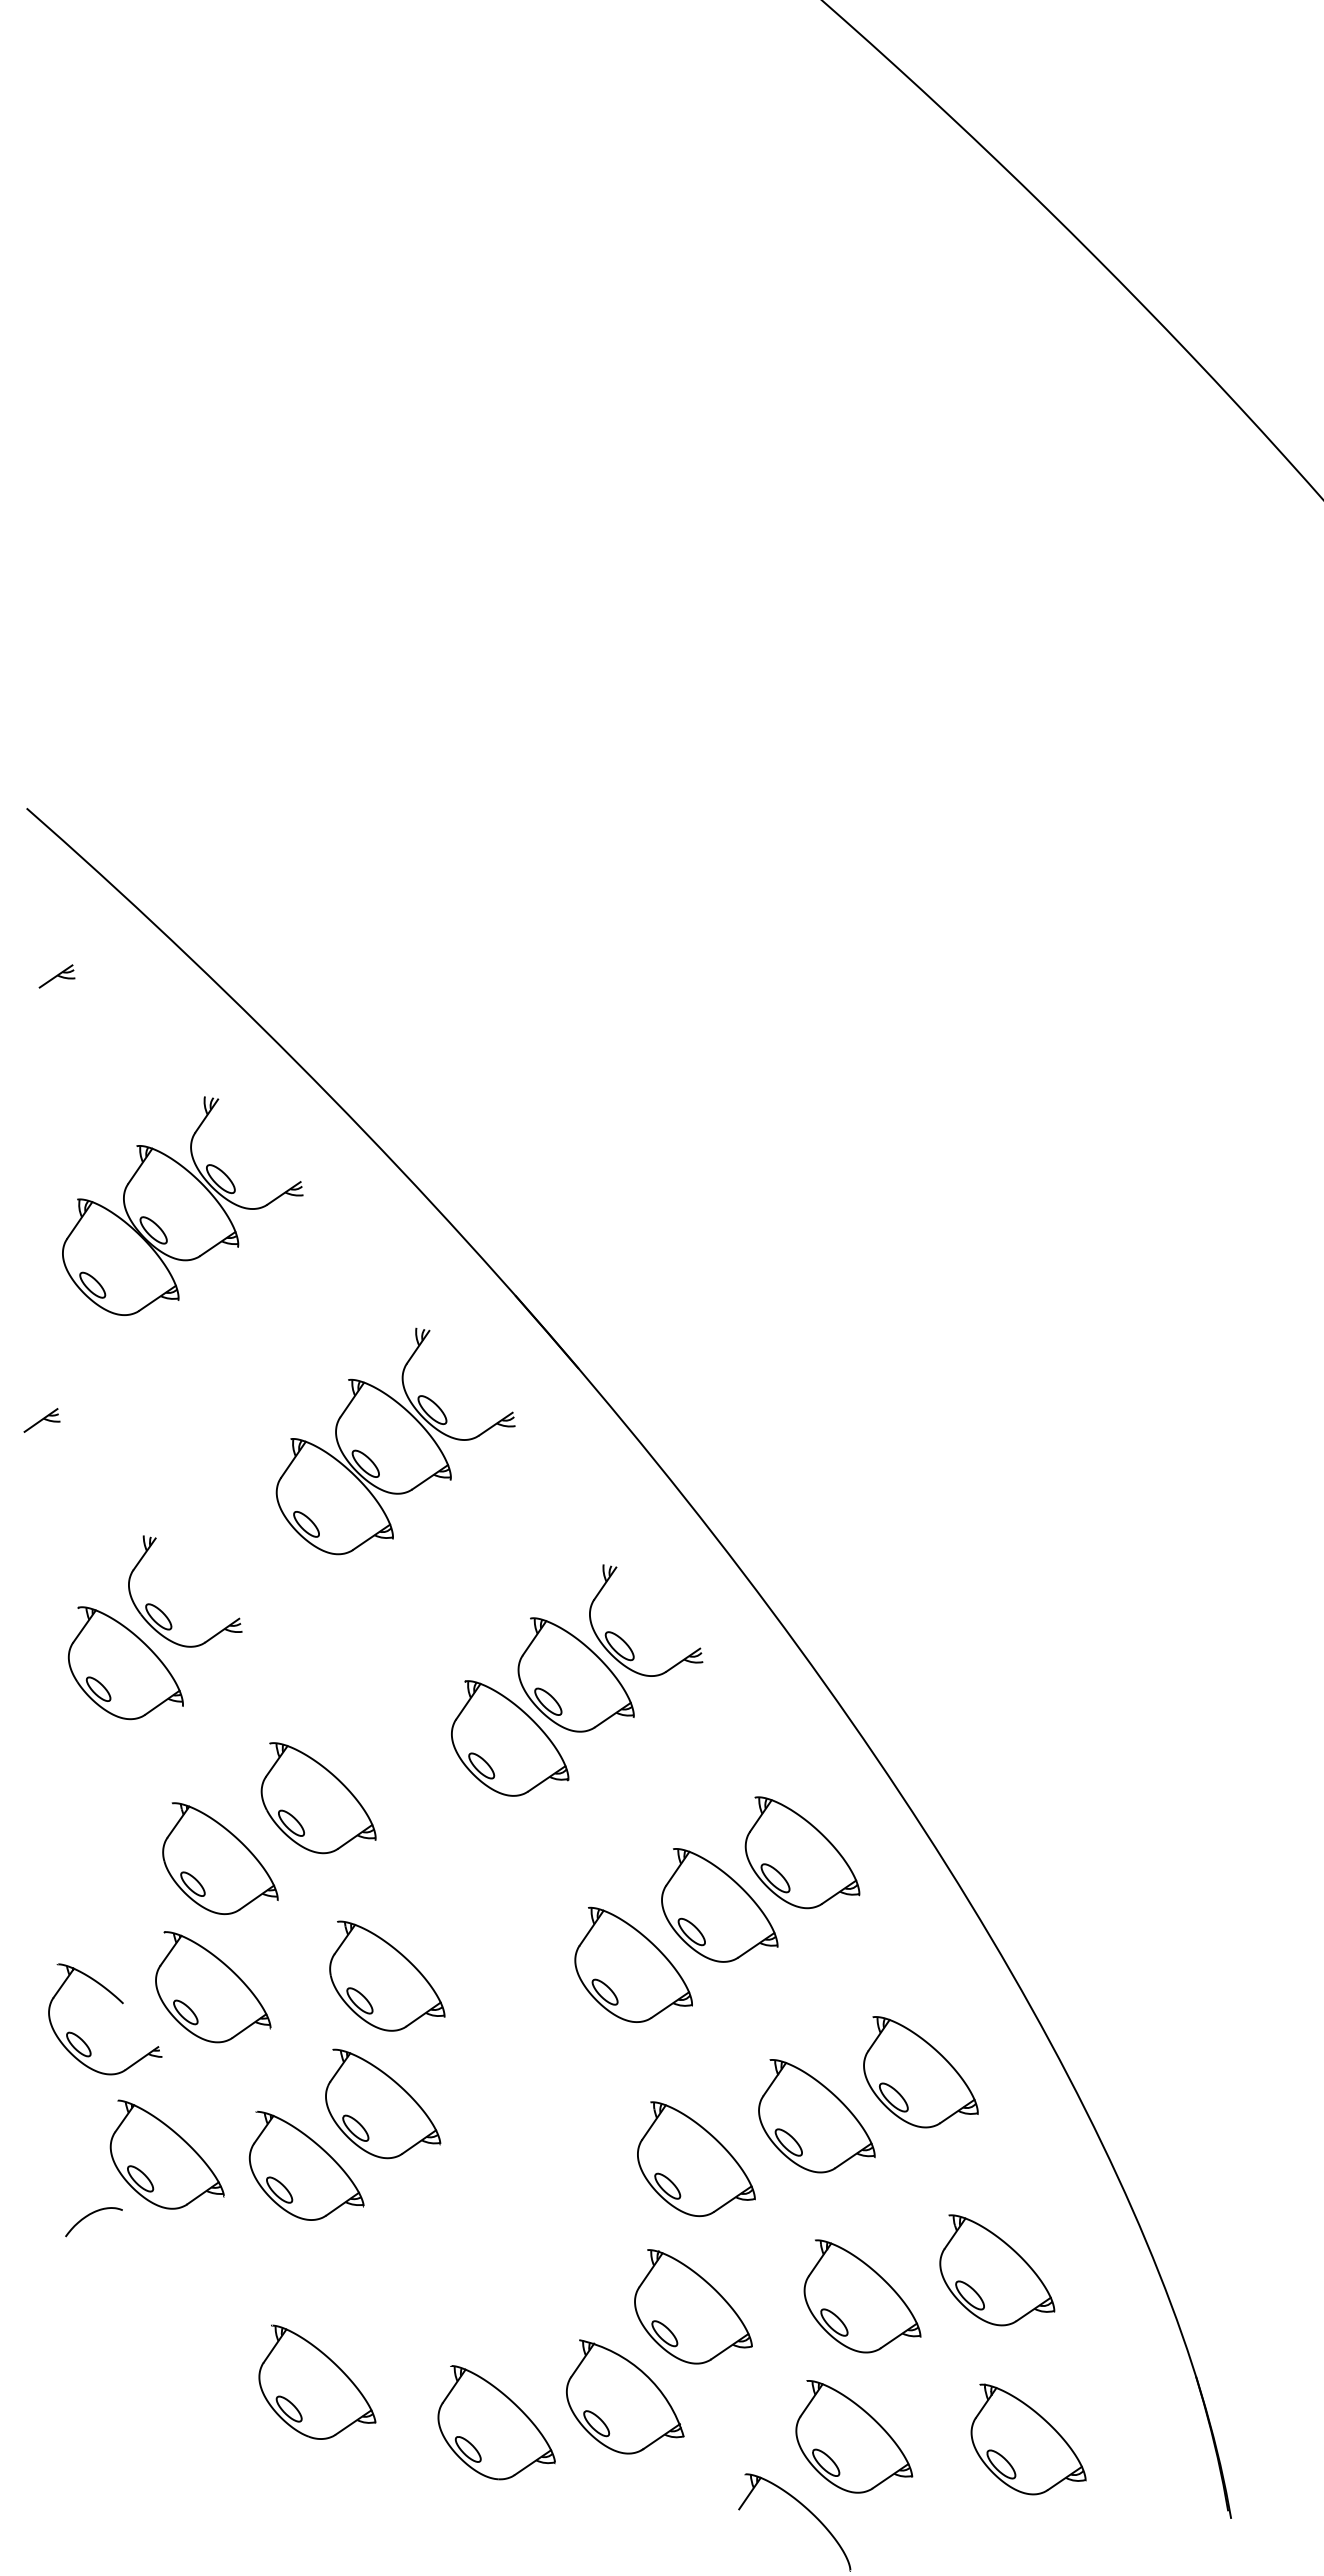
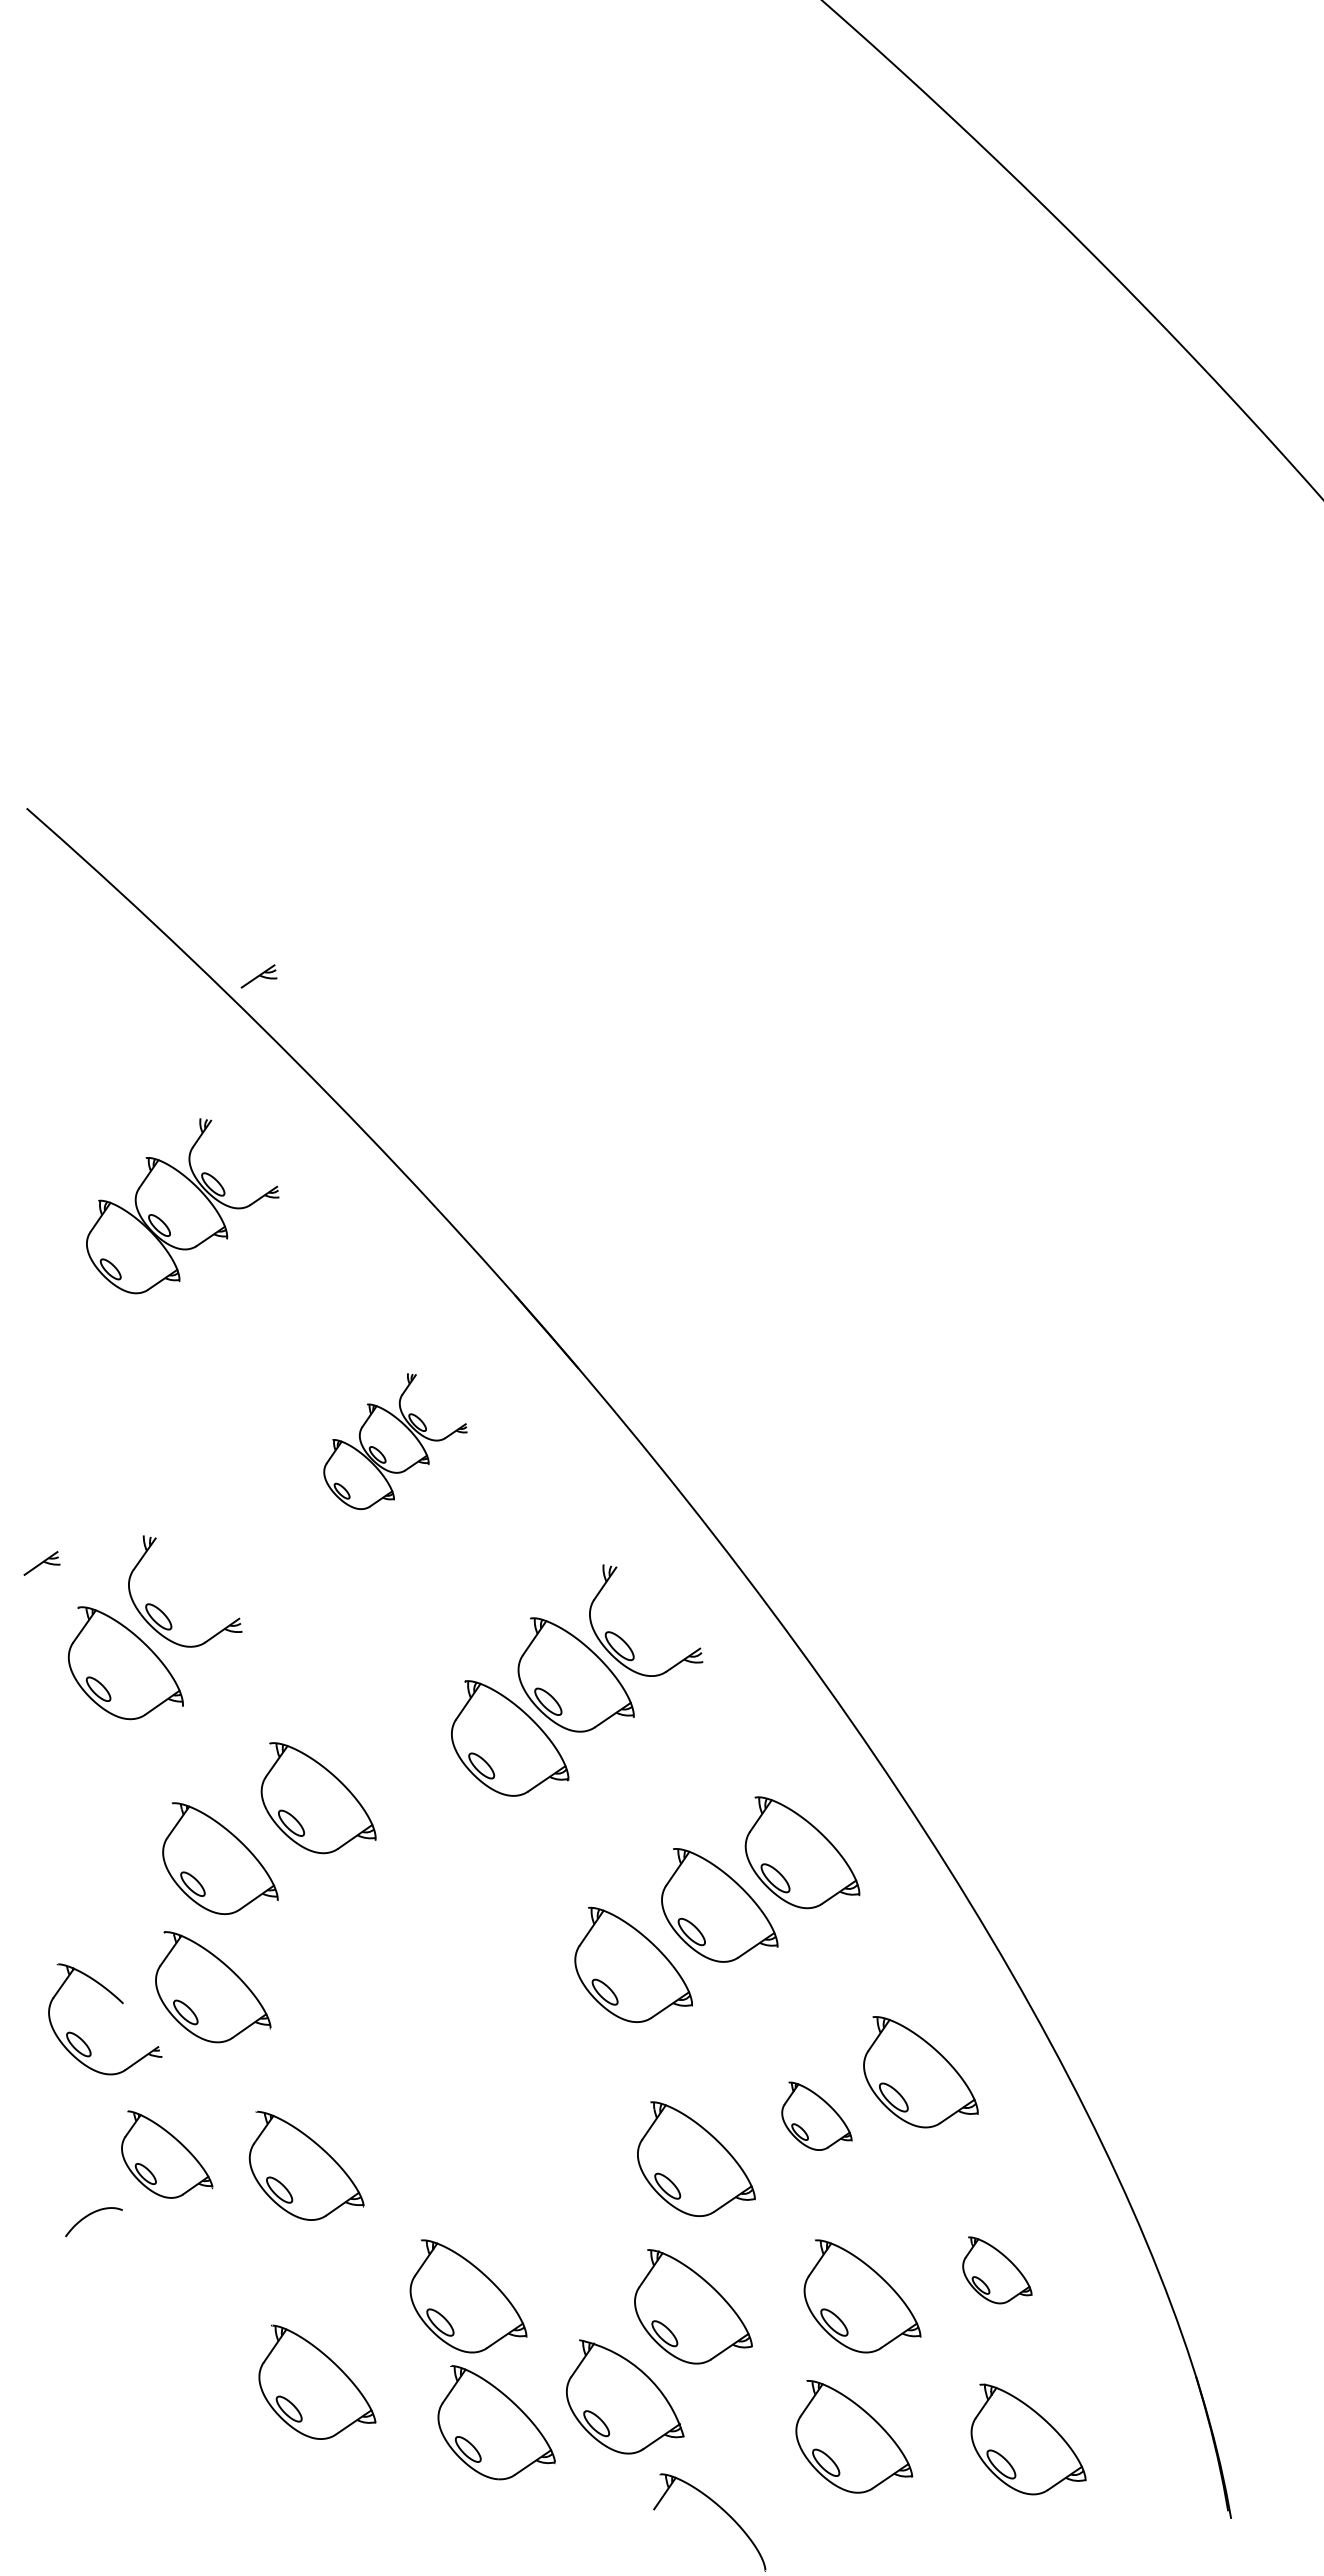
part at (56, 976) position: (56, 976) -> (258, 976)
part at (182, 1205) size: 242x220 px -> 194x177 px
part at (41, 1420) position: (41, 1420) -> (41, 1563)
part at (395, 1441) size: 241x229 px -> 145x137 px
part at (387, 1975): present -> none
part at (383, 2103): present -> none
part at (816, 2116) size: 118x115 px -> 72x70 px
part at (166, 2154) size: 116x111 px -> 93x89 px
part at (997, 2270) size: 117x113 px -> 71x69 px
part at (468, 2296): none -> present
part at (806, 2509) position: (806, 2509) -> (721, 2509)
